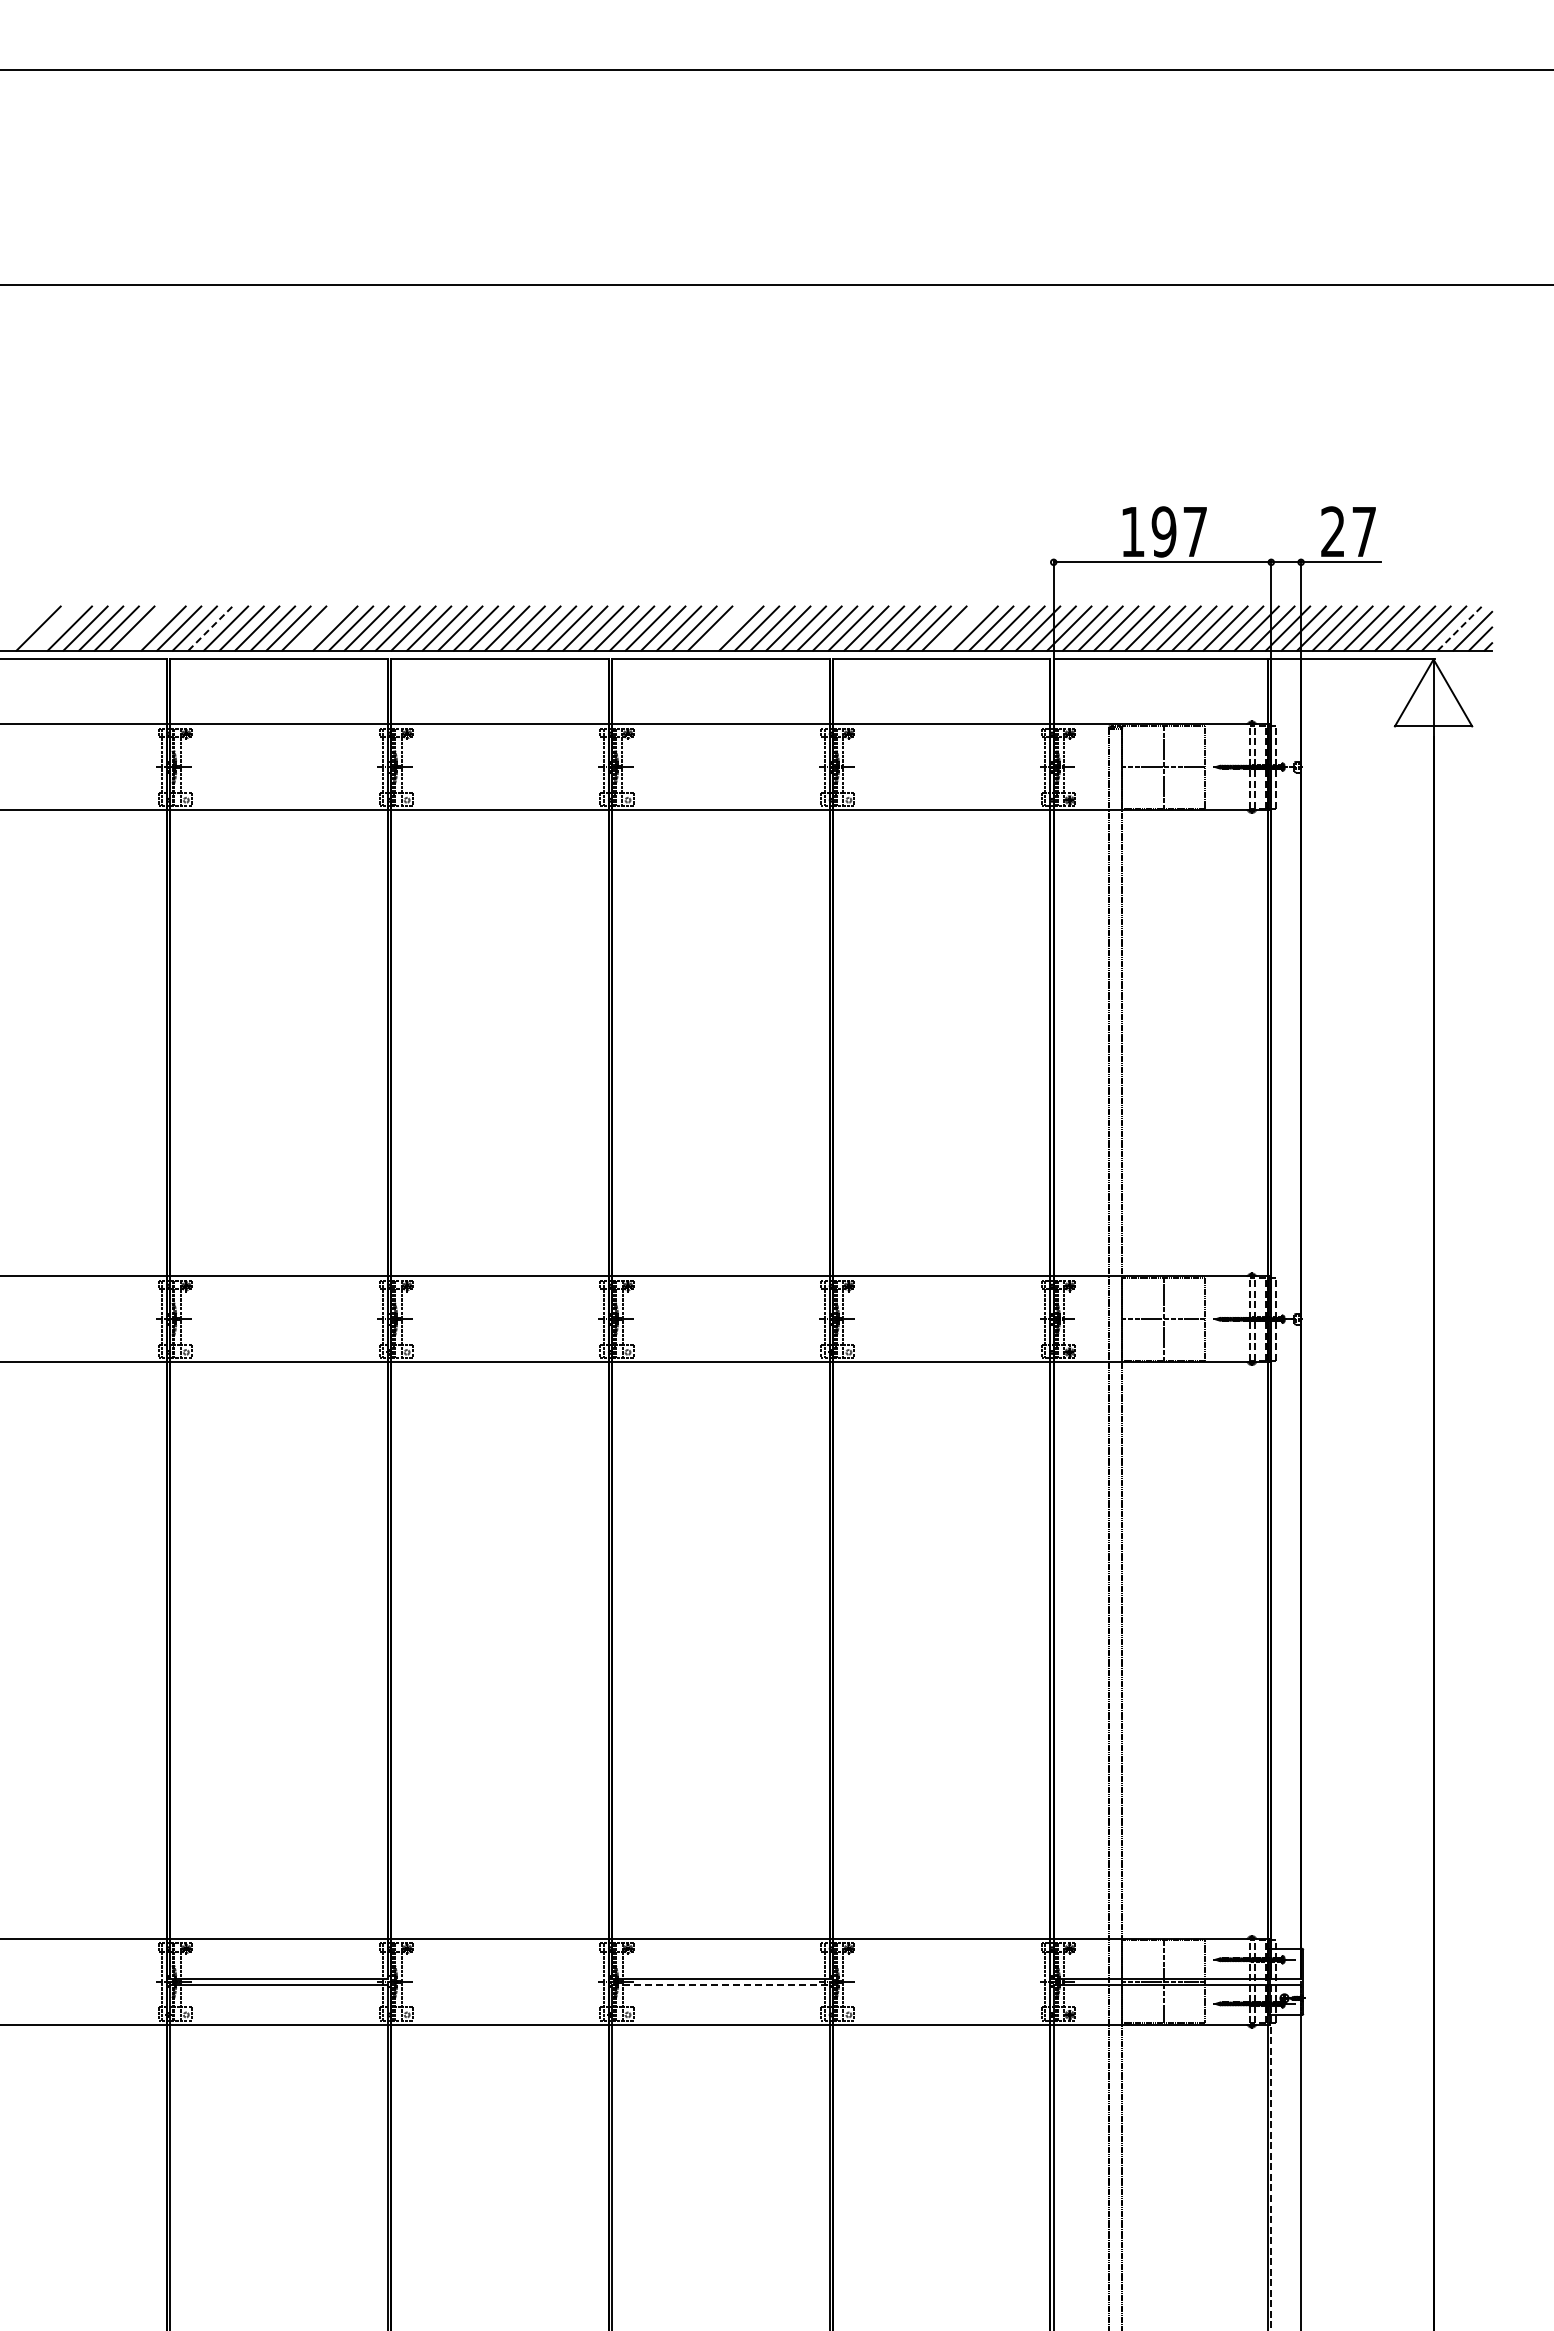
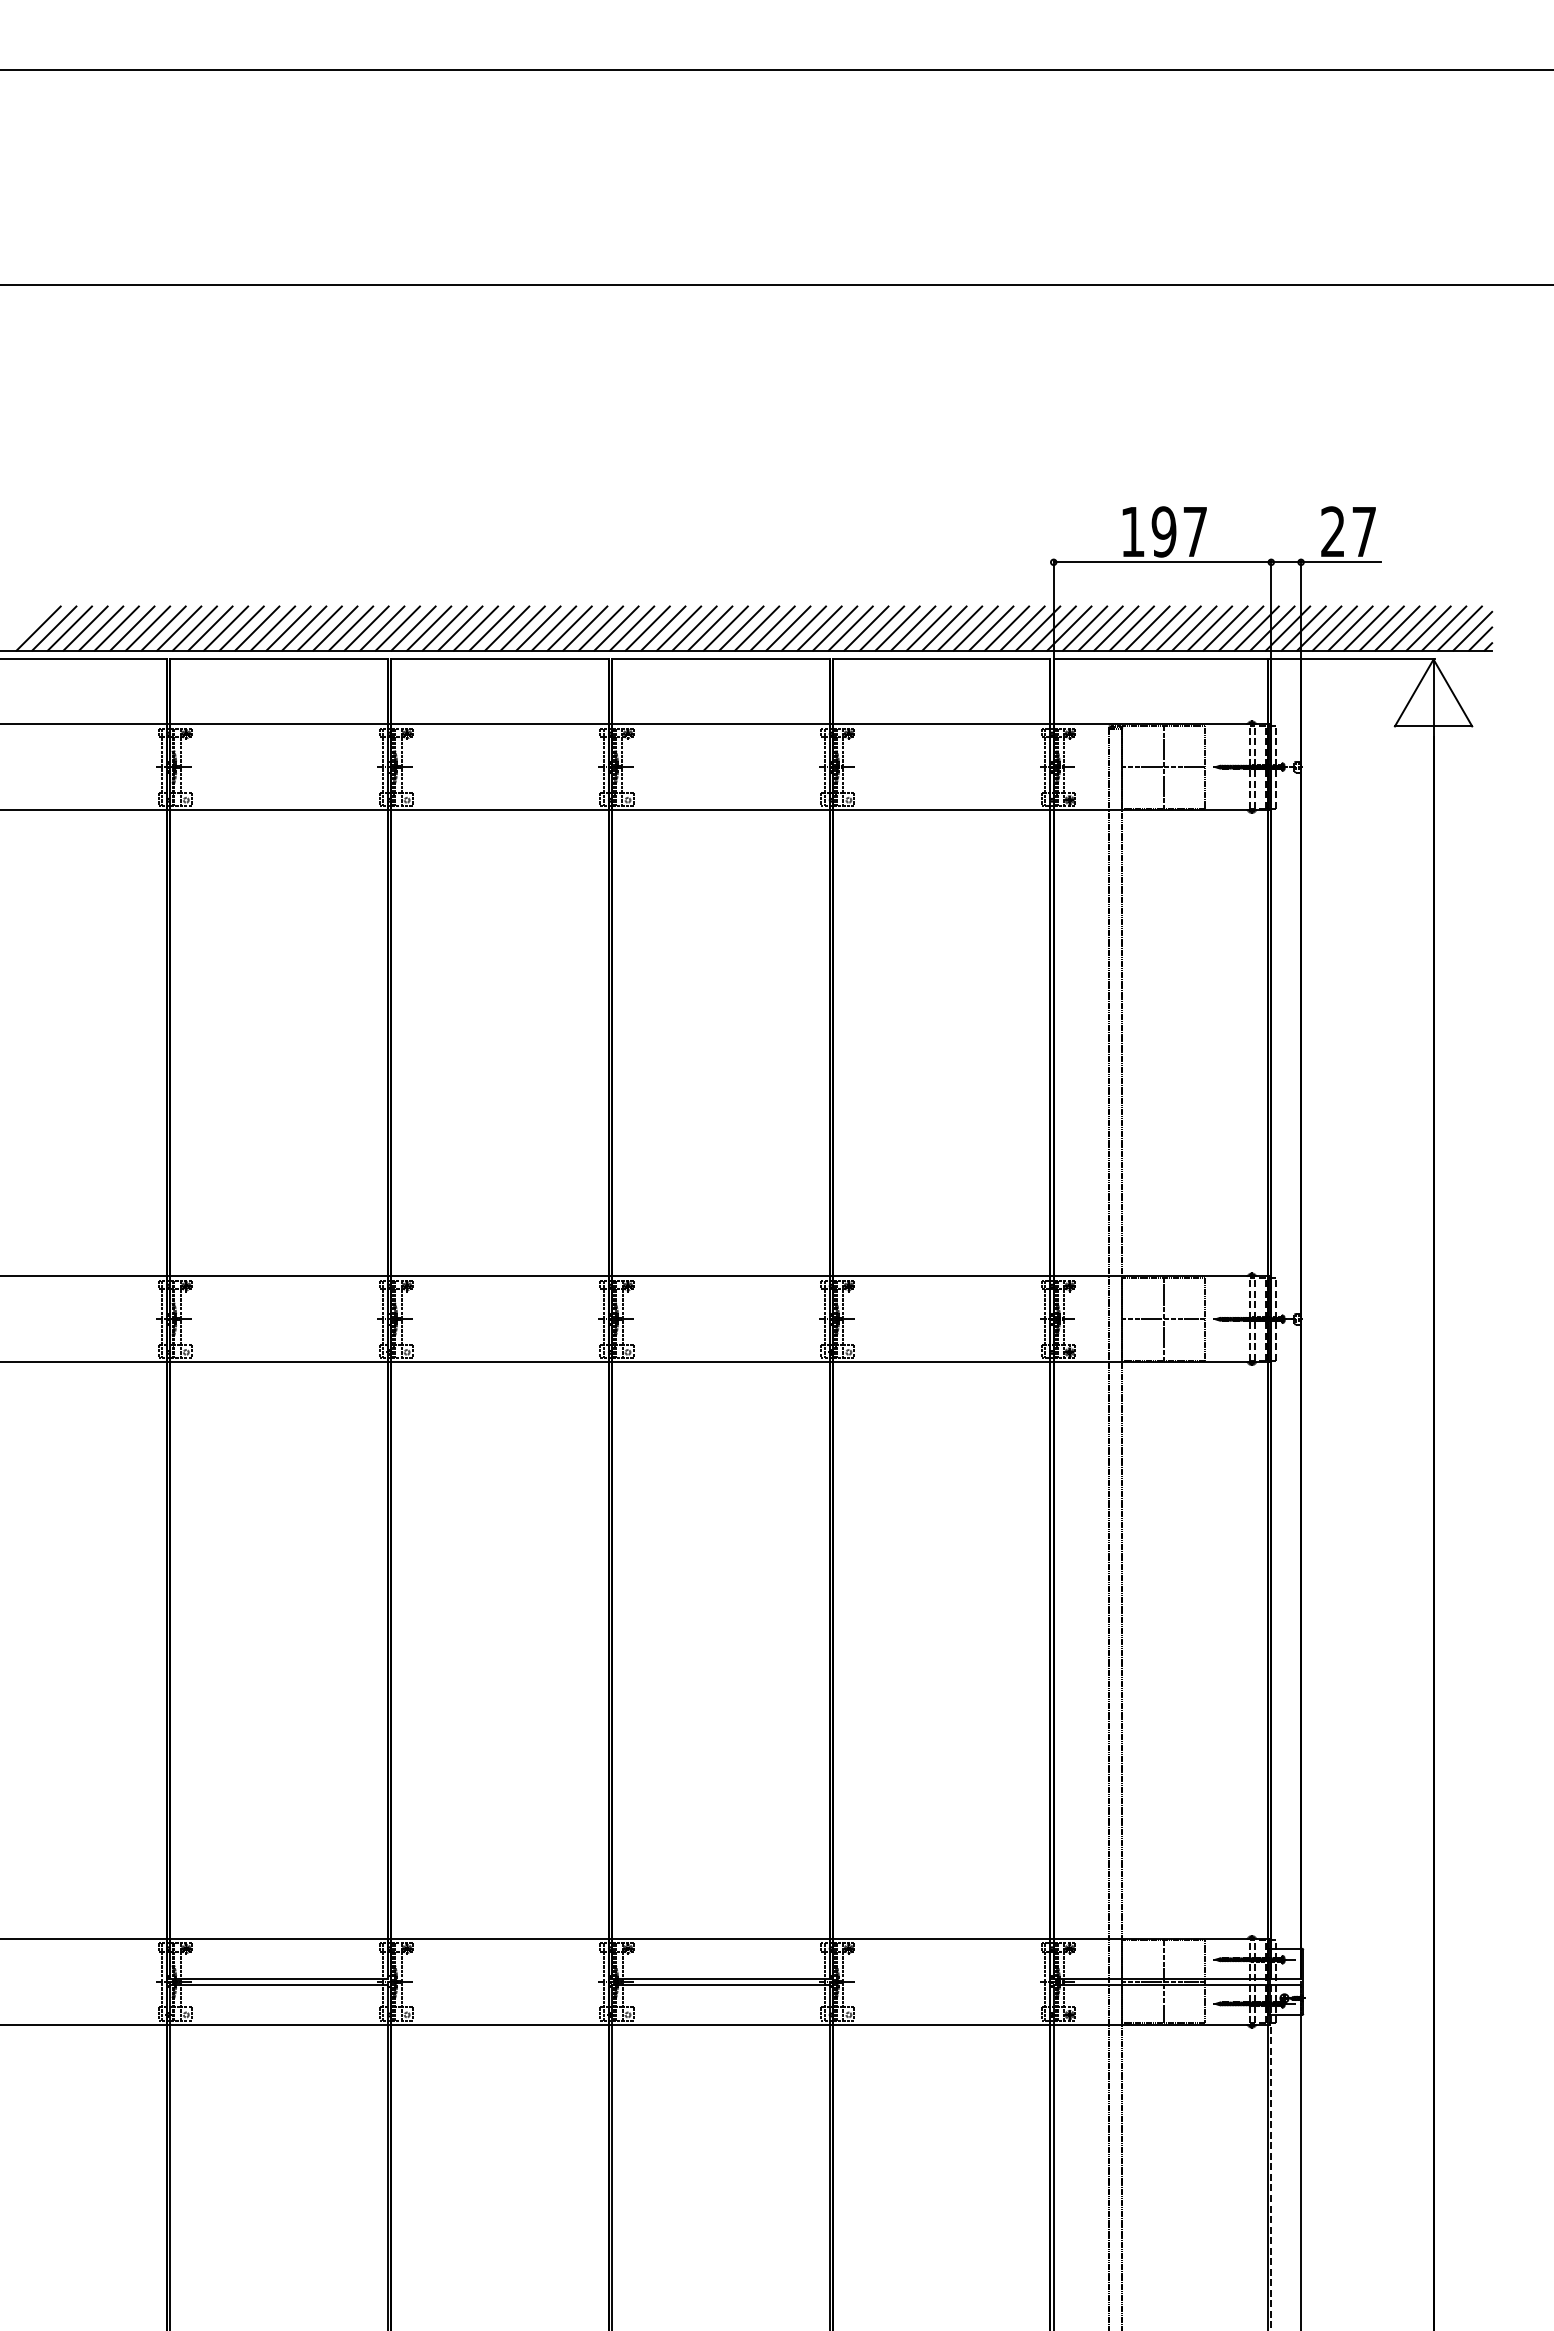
line at (54, 628): none -> present
line at (147, 628): none -> present
line at (210, 628): dashed -> solid
line at (319, 628): none -> present
line at (725, 628): none -> present
line at (959, 628): none -> present
line at (1460, 628): dashed -> solid
line at (720, 1984): dashed -> solid
